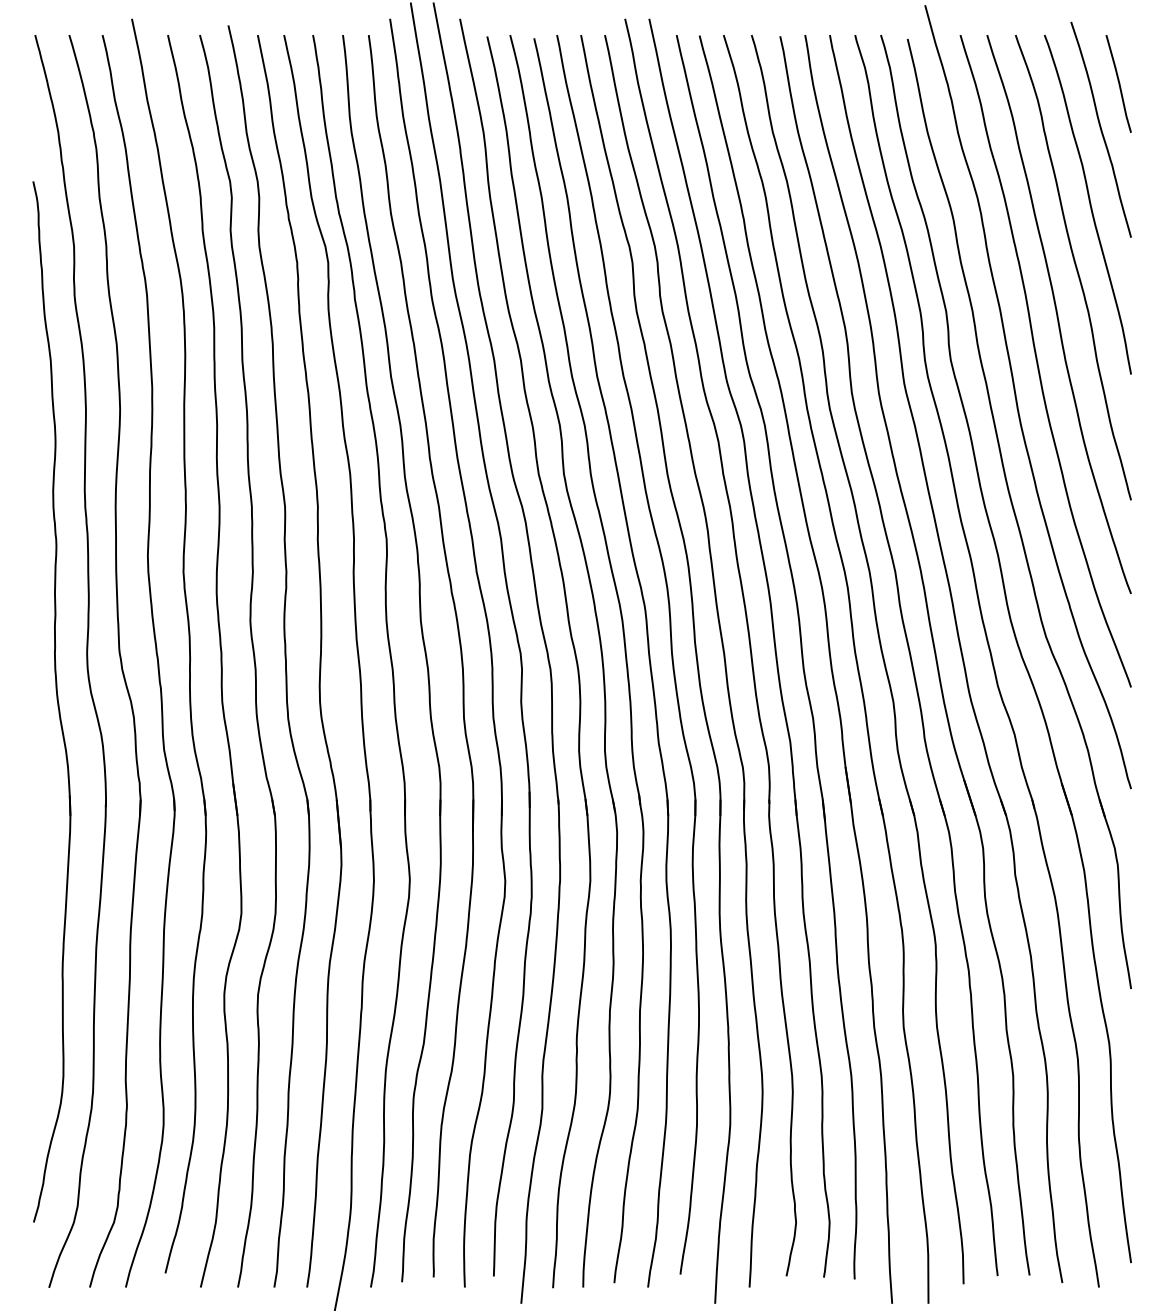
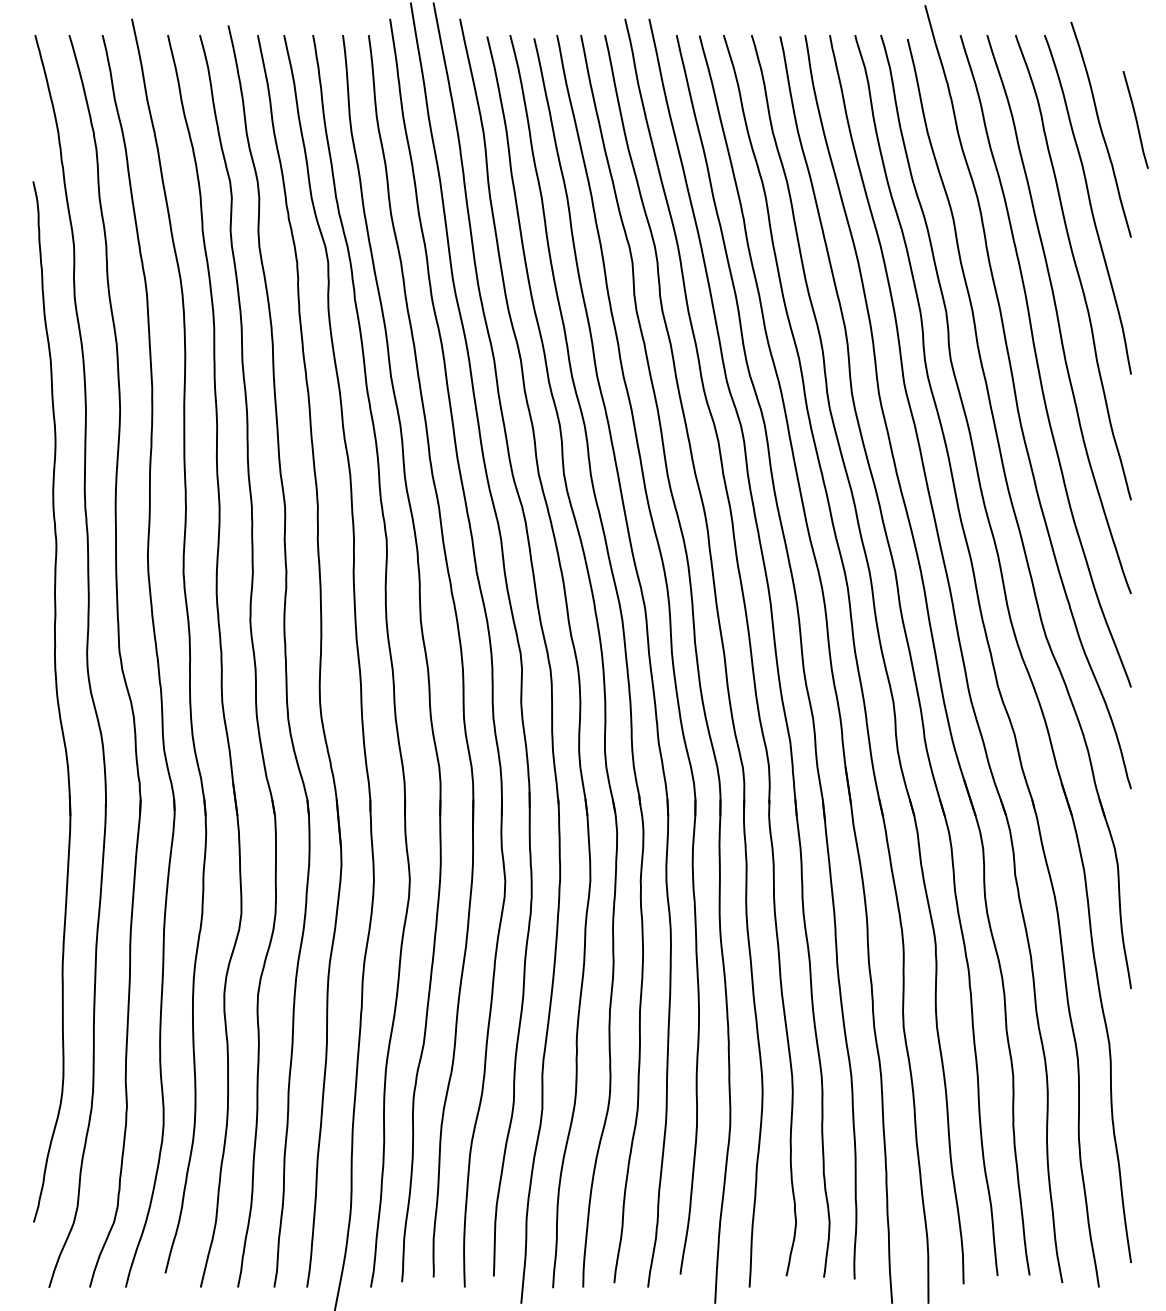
curve at (1118, 83) position: (1118, 83) -> (1135, 119)
